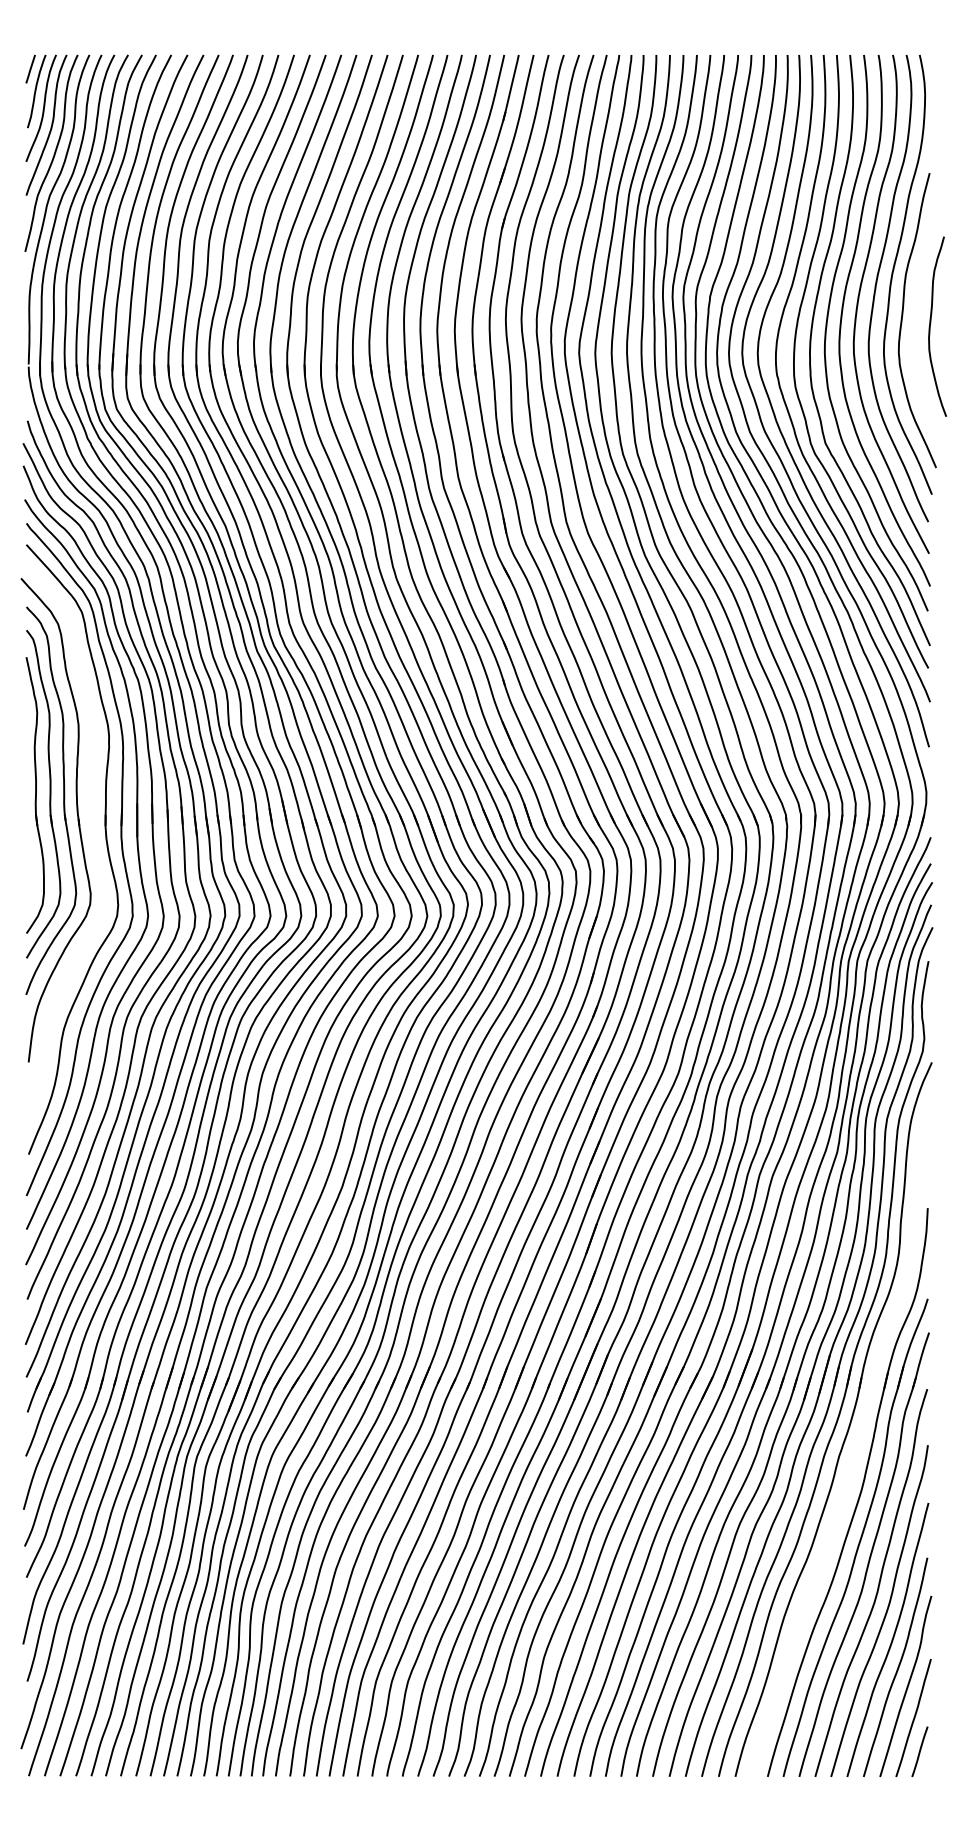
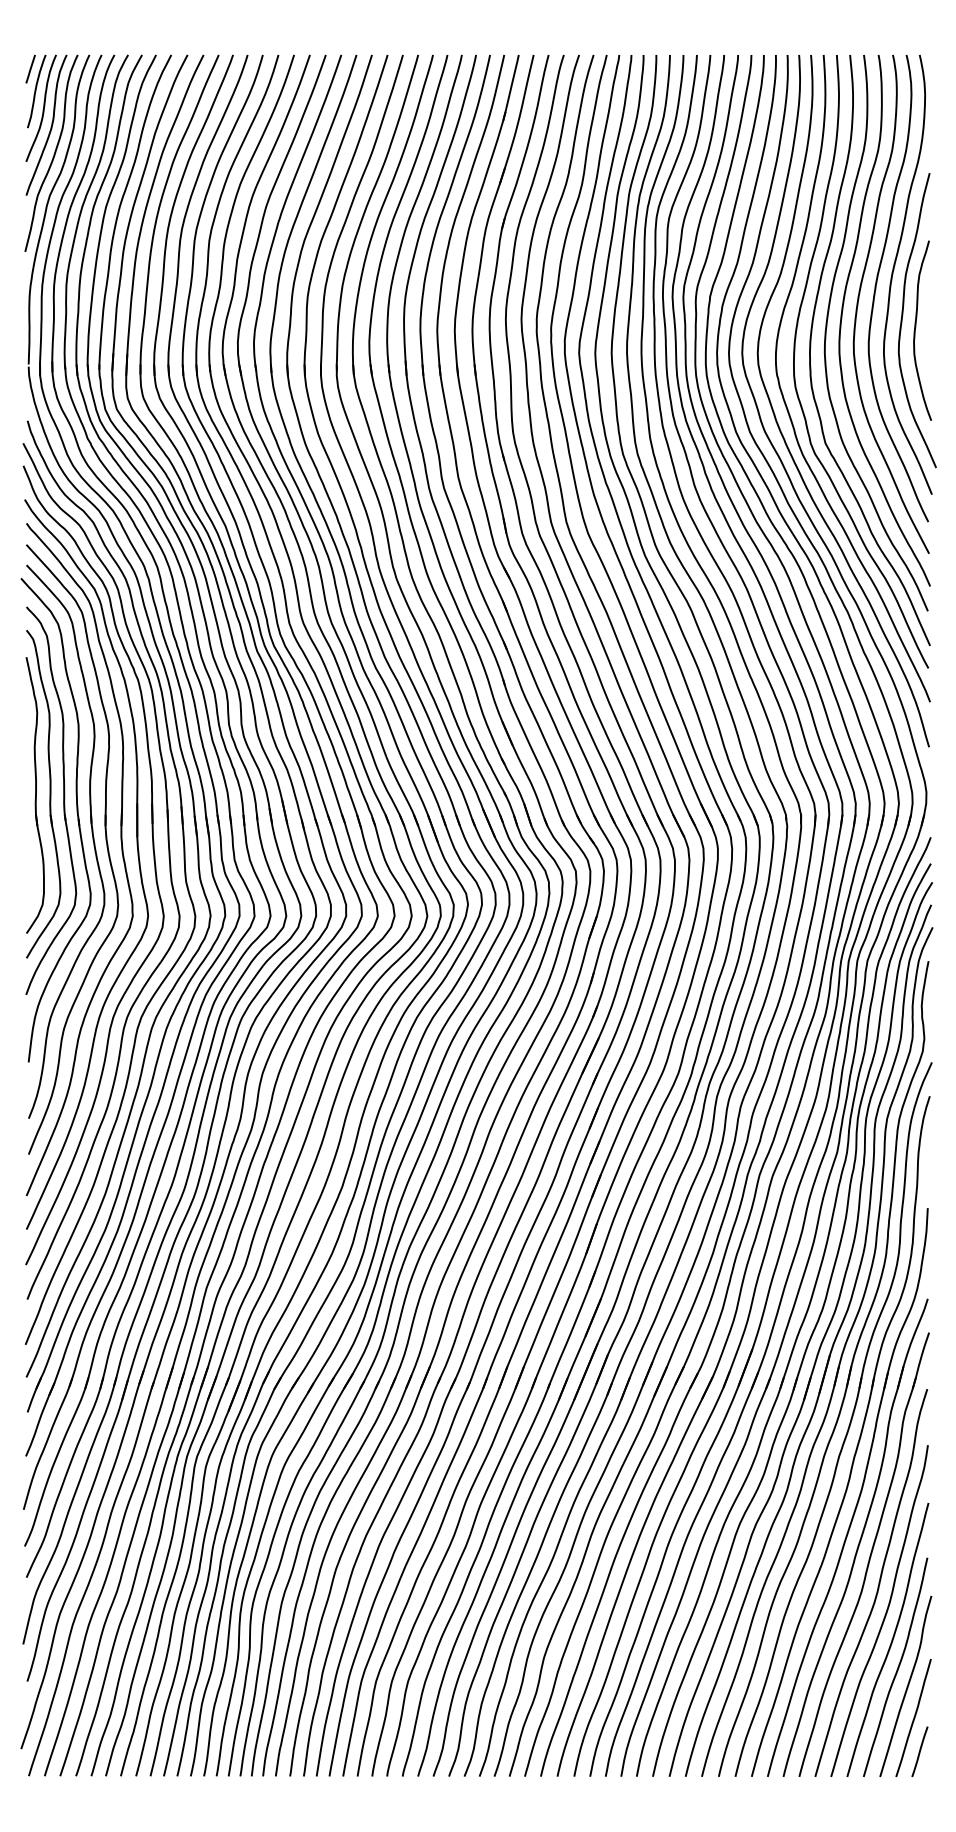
curve at (931, 323) position: (931, 323) -> (916, 327)
part at (92, 840): none -> present
part at (857, 1442): none -> present
